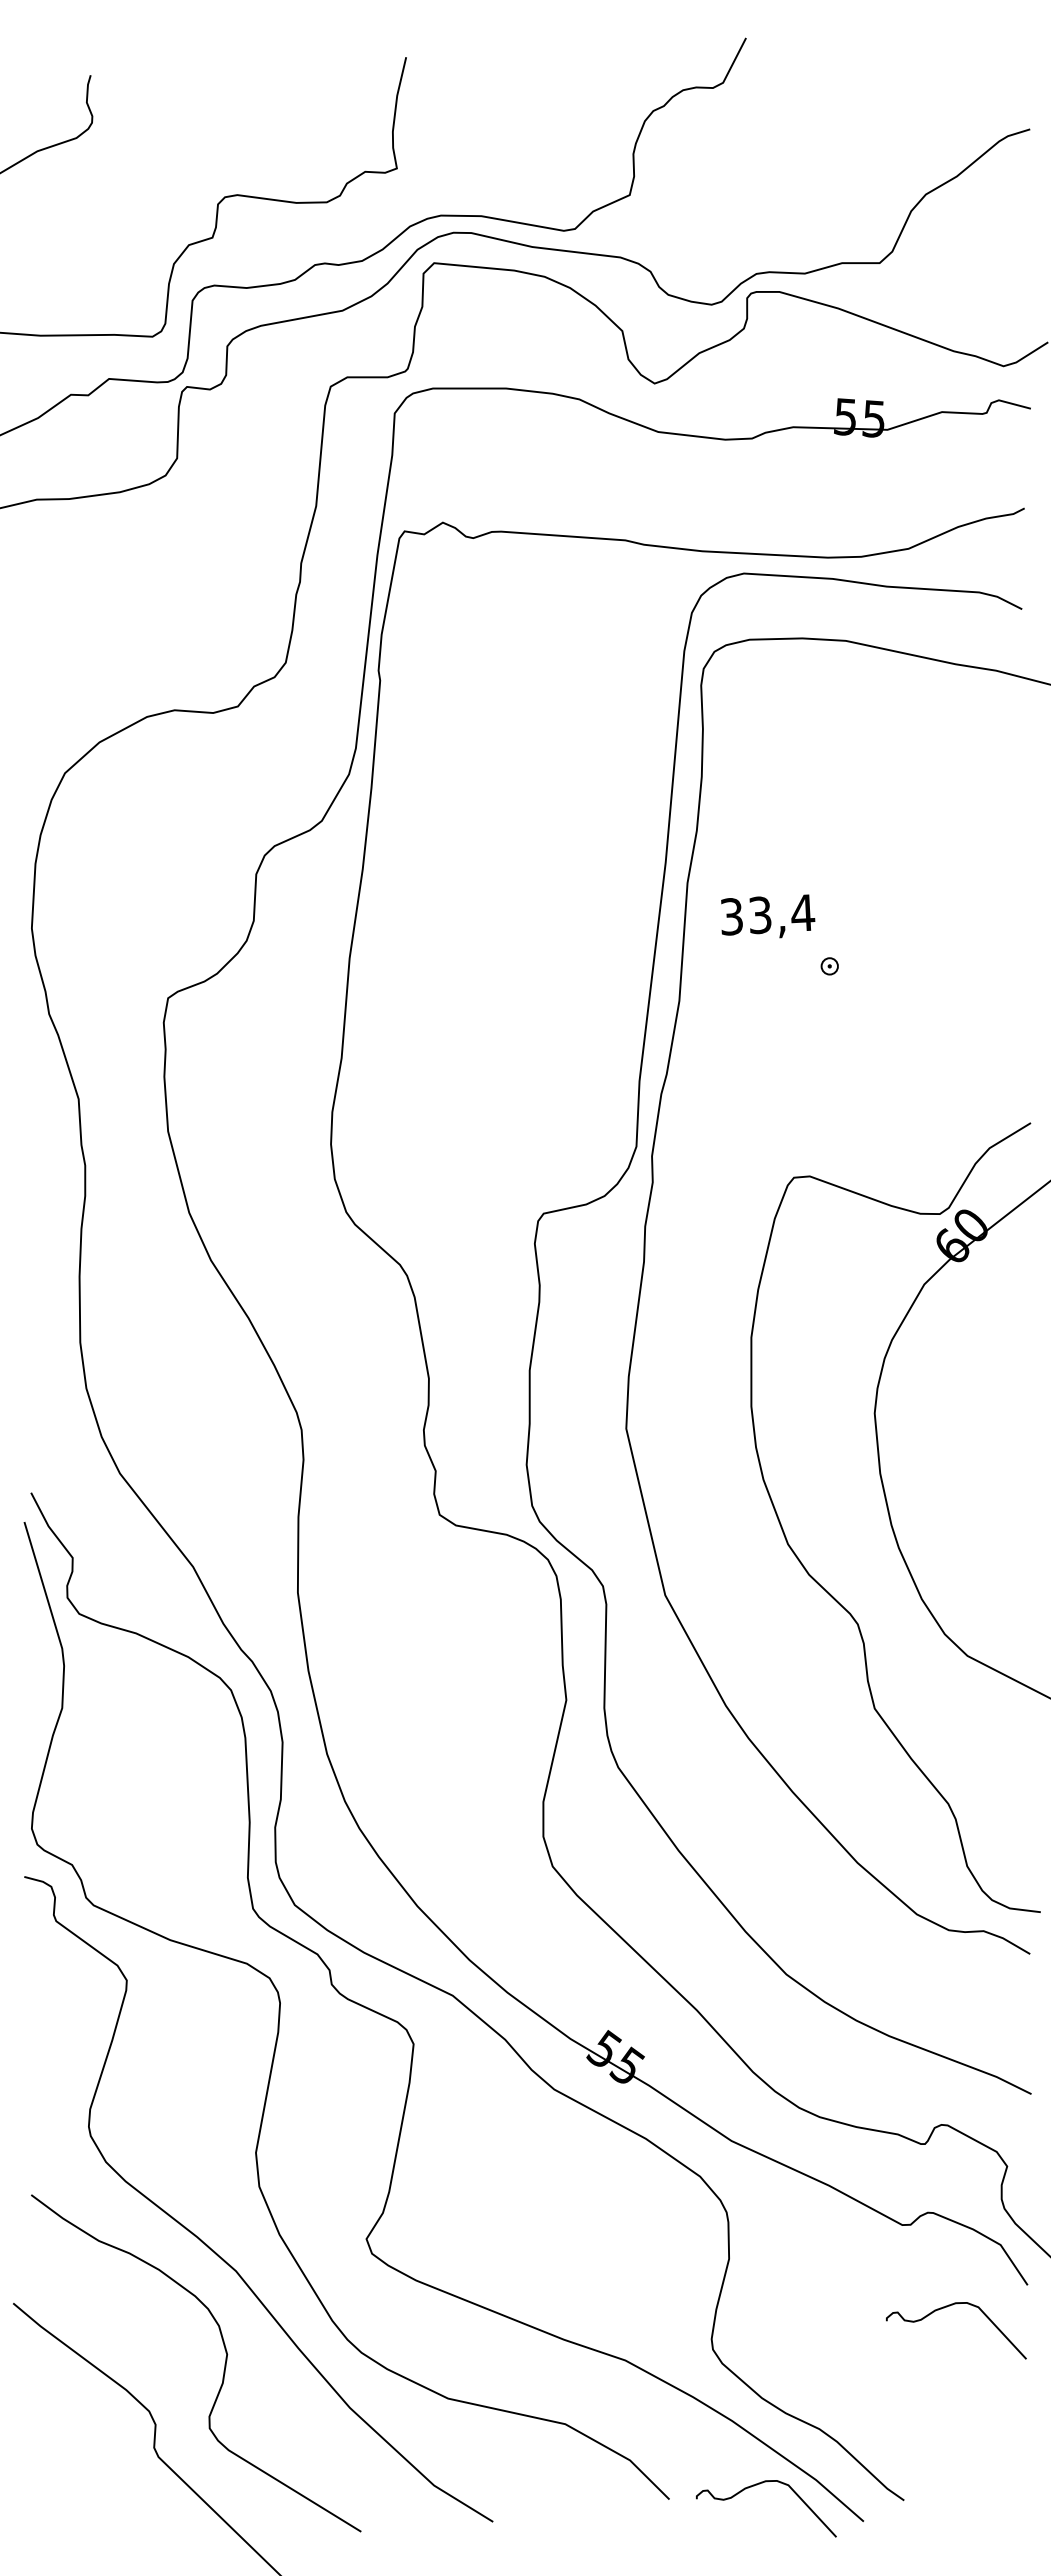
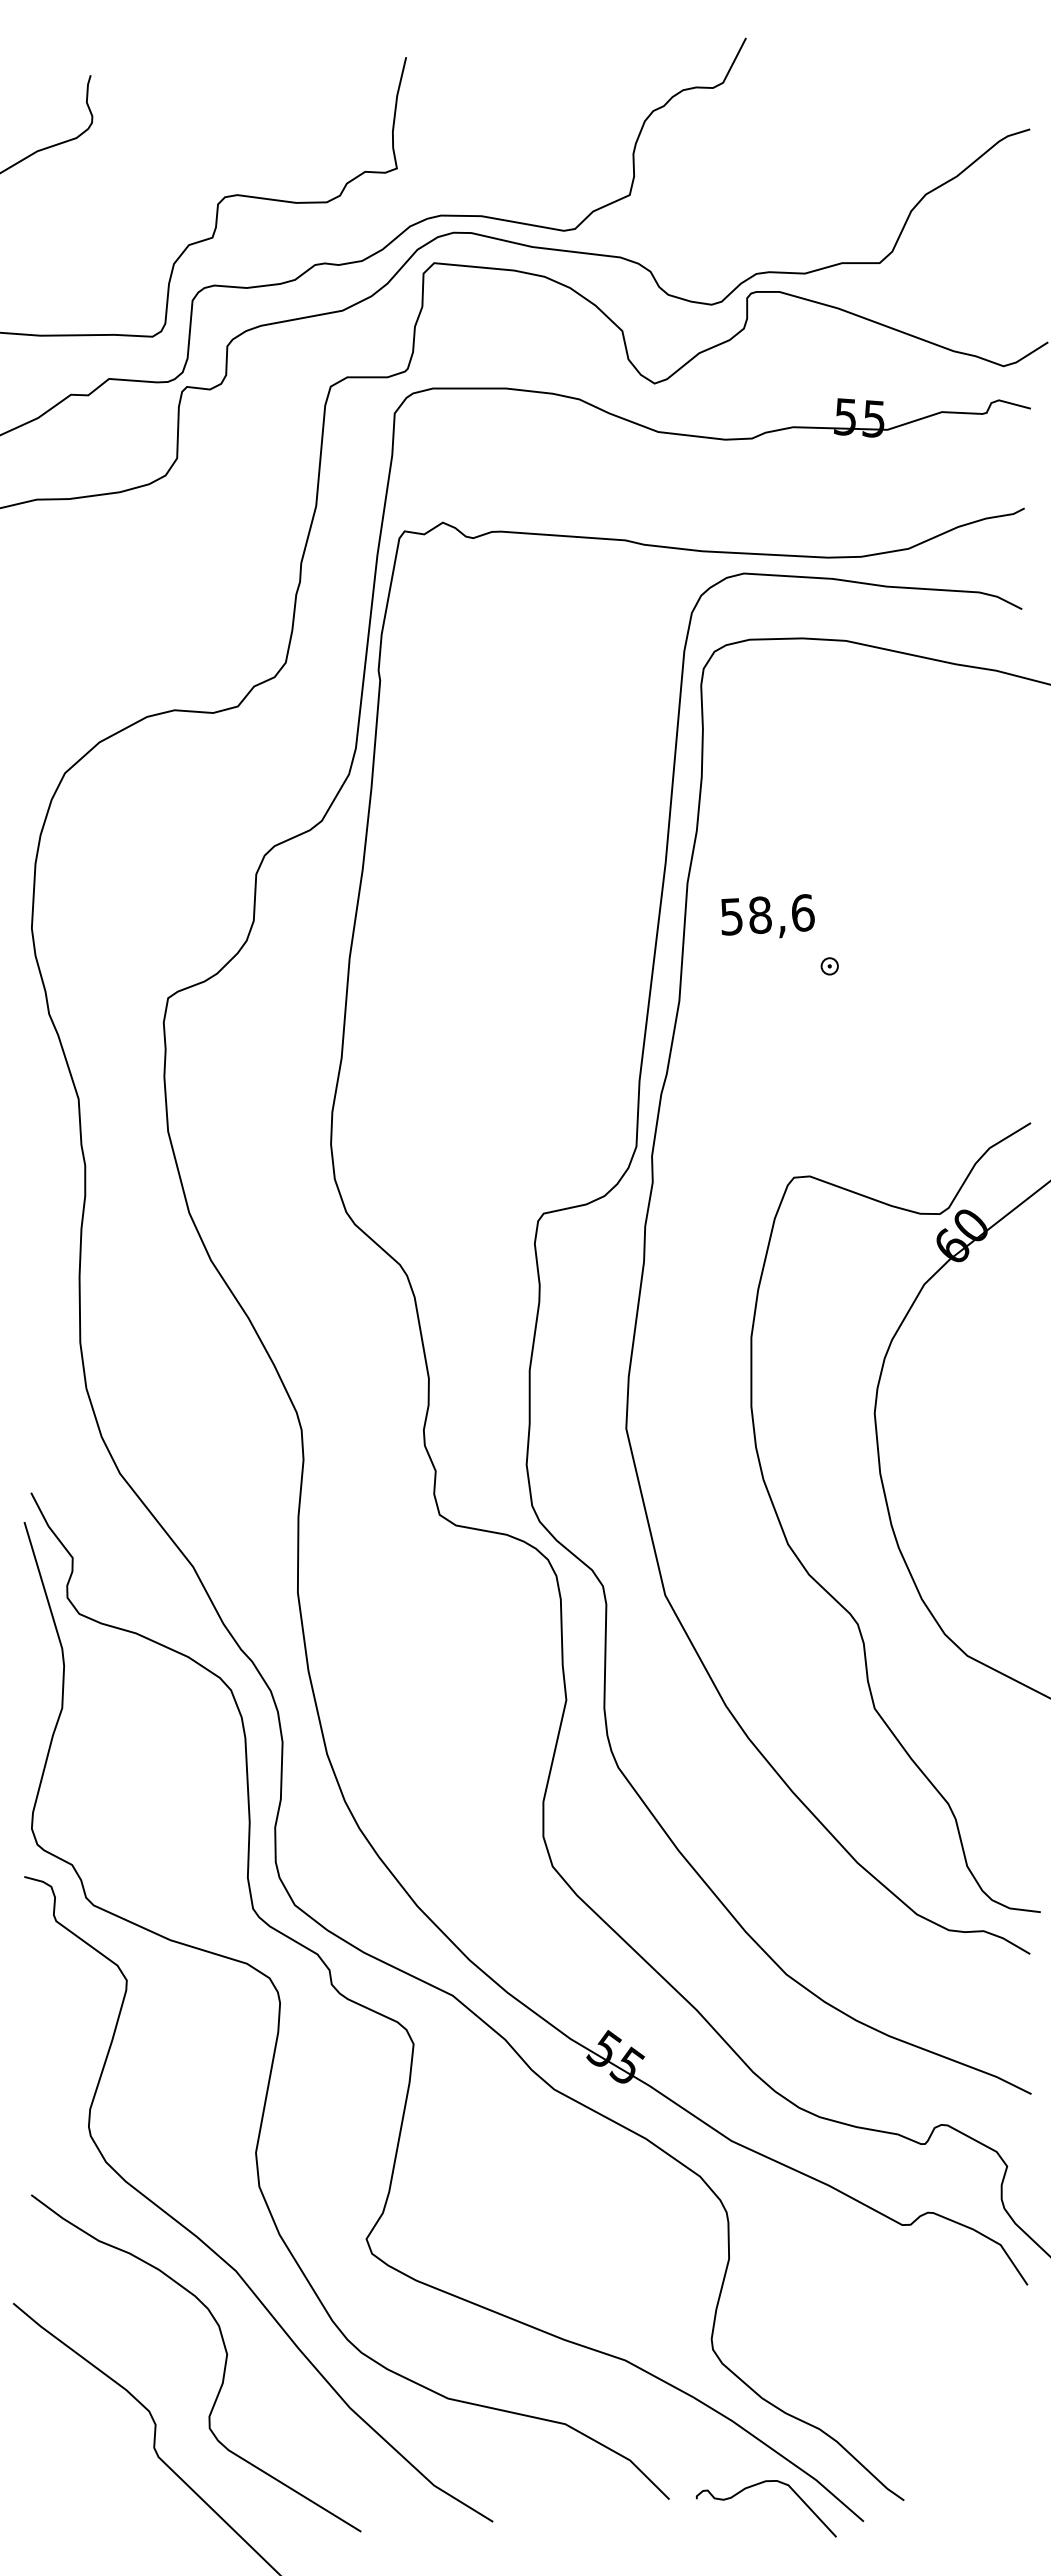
text at (768, 914): 33,4 -> 58,6
curve at (947, 2307): present -> none
